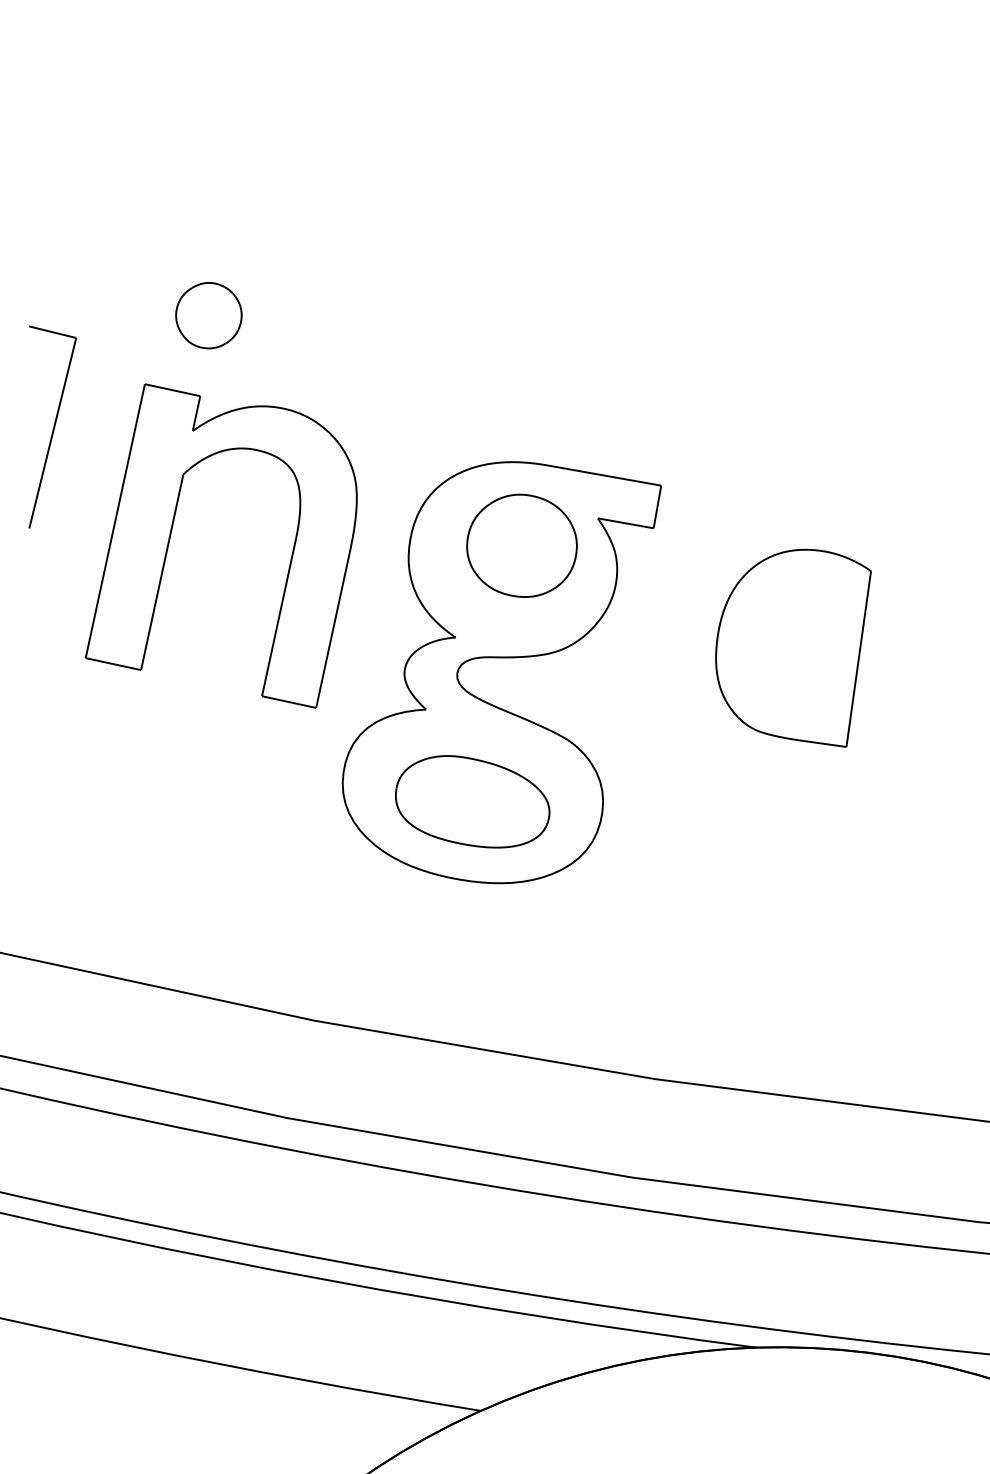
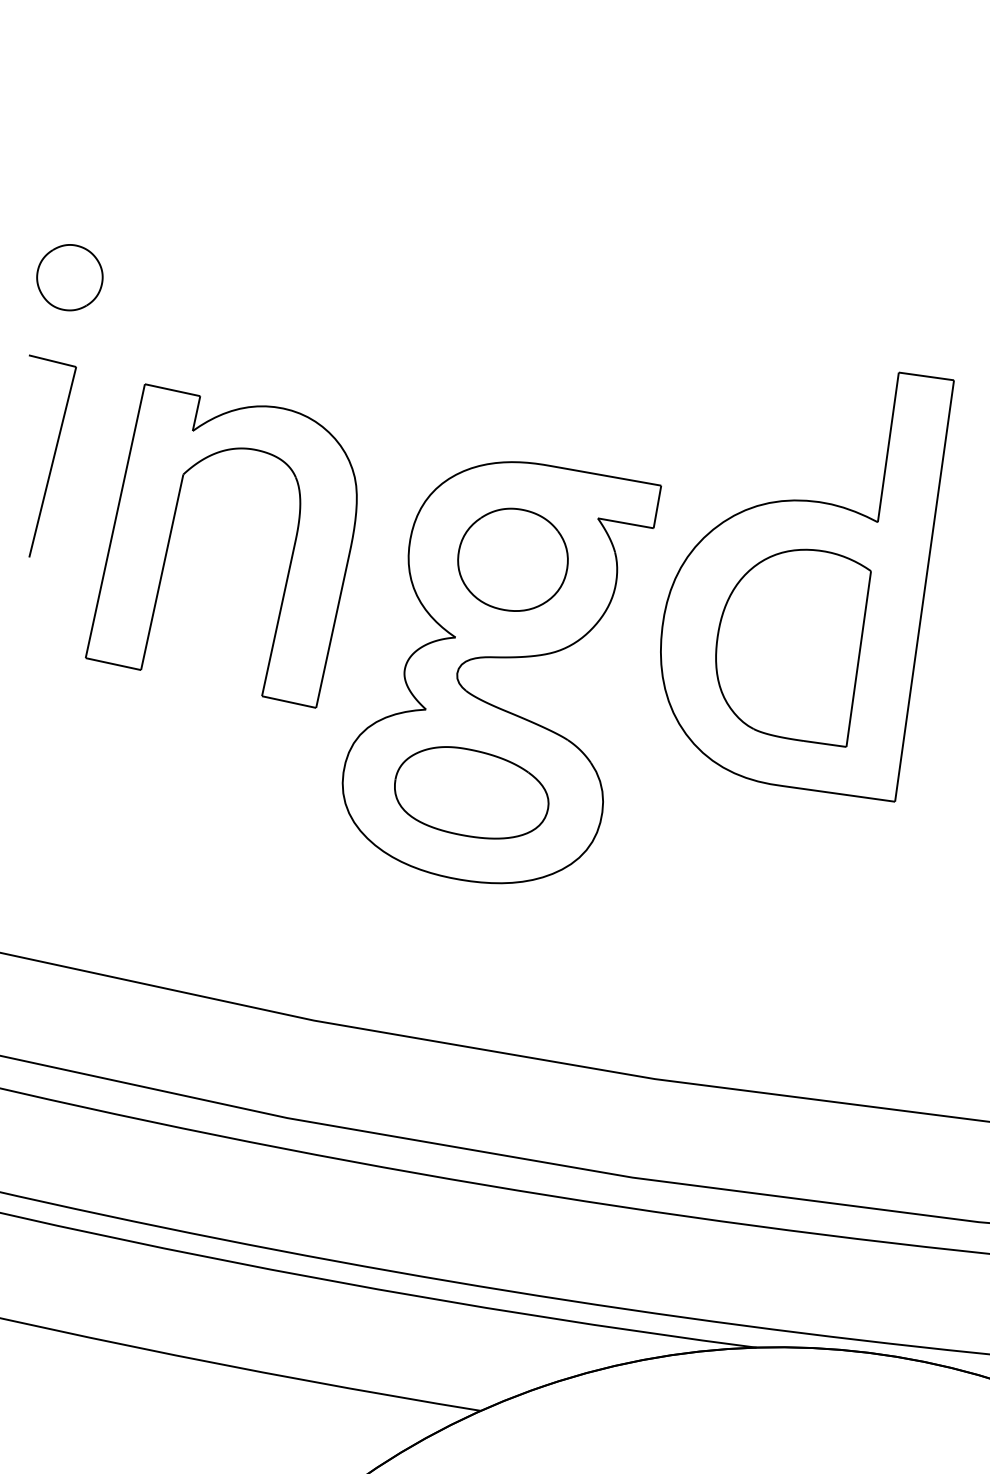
part at (208, 315) position: (208, 315) -> (69, 277)
part at (52, 426) position: (52, 426) -> (52, 455)
part at (521, 545) position: (521, 545) -> (512, 559)
part at (807, 586): none -> present
part at (472, 801) position: (472, 801) -> (471, 792)
